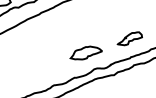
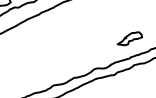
part at (85, 52): present -> none
